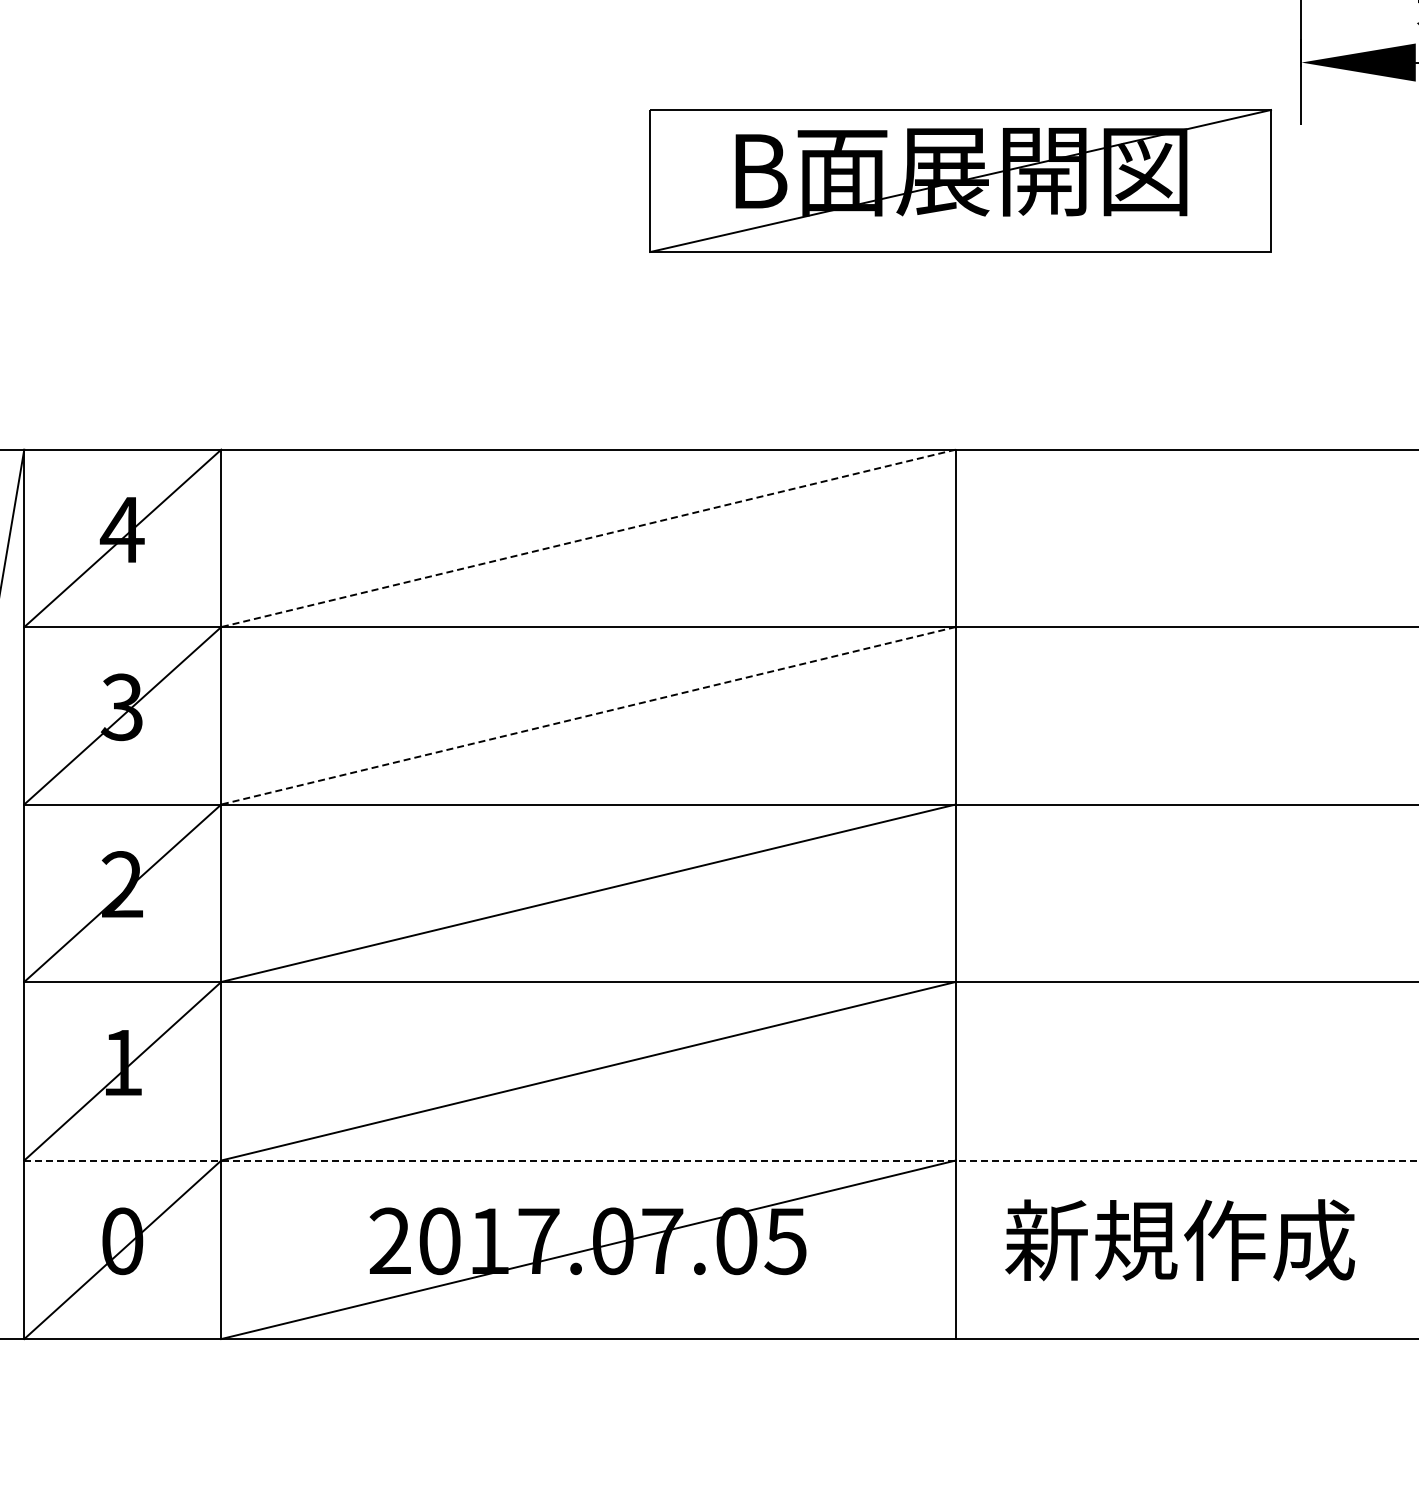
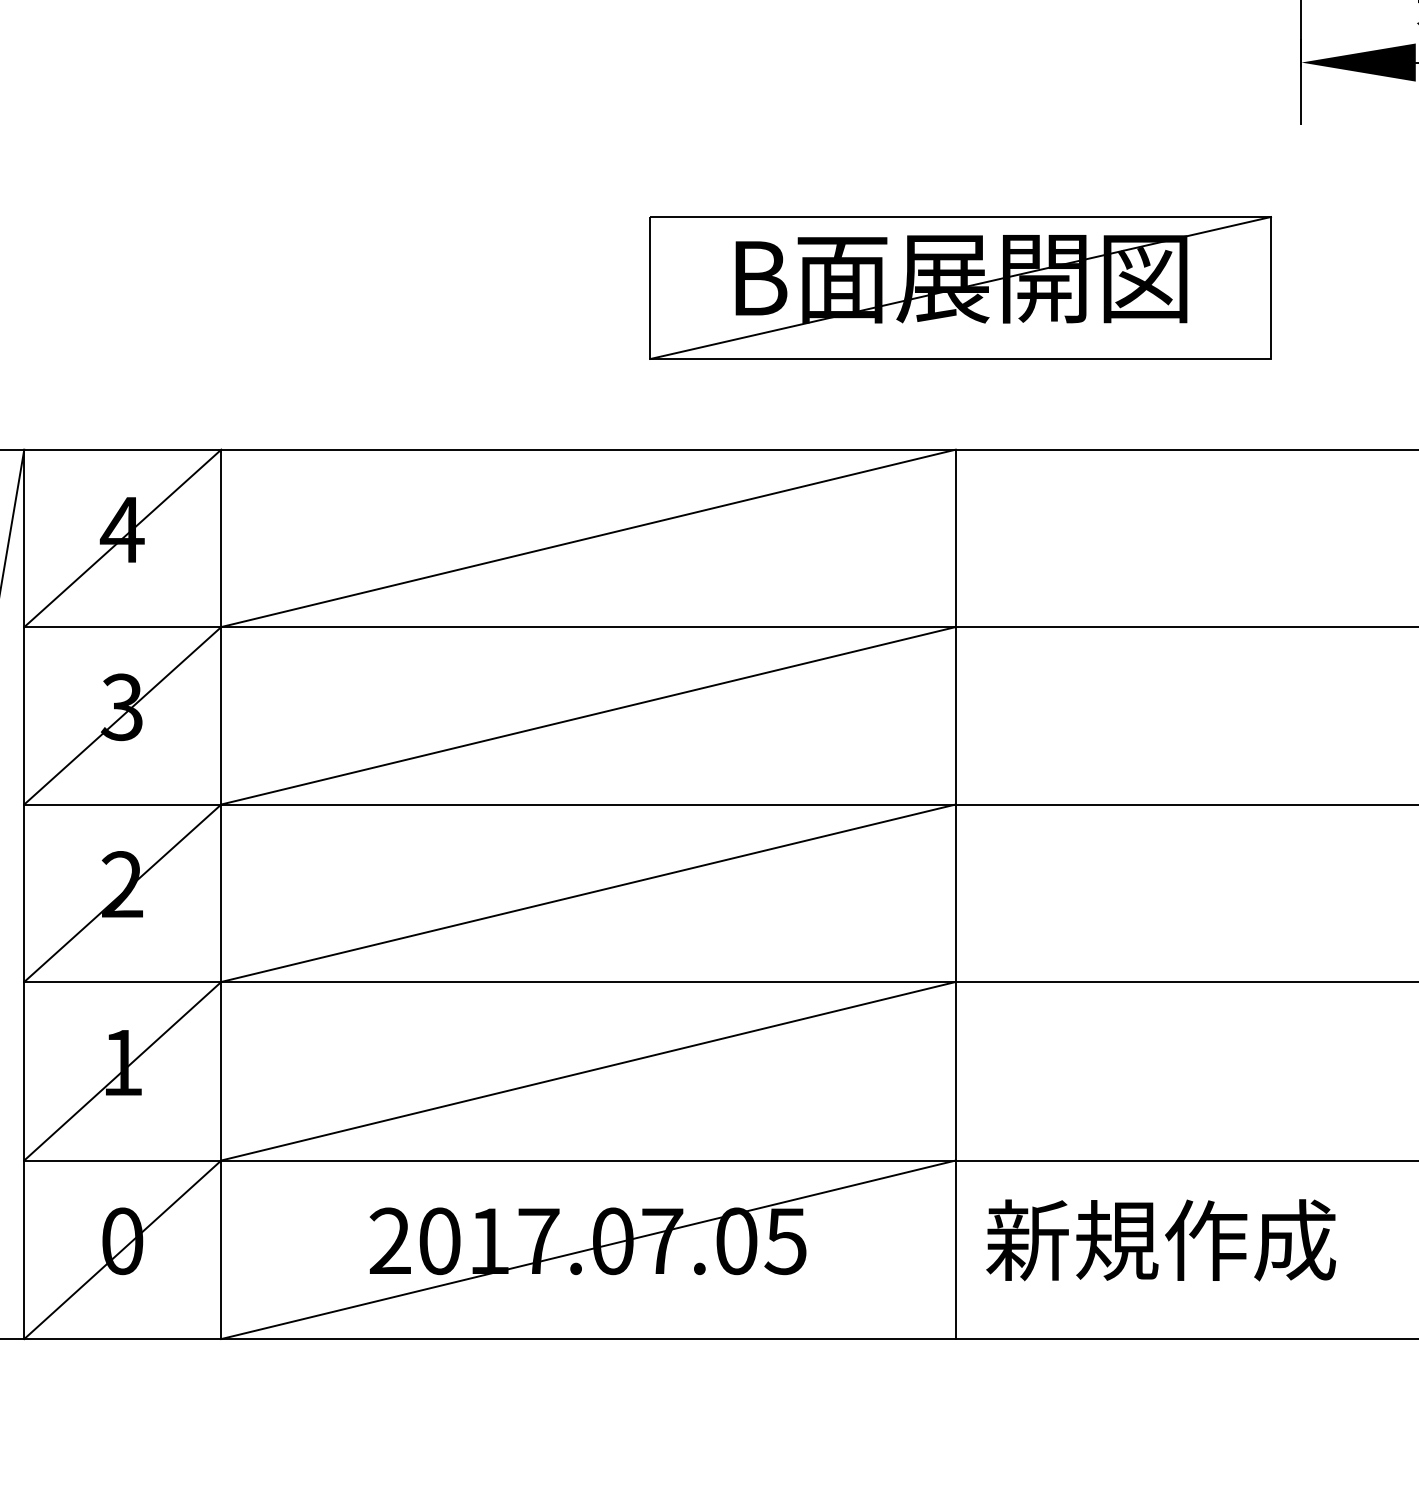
part at (960, 180) position: (960, 180) -> (960, 287)
line at (588, 538): dashed -> solid
line at (588, 715): dashed -> solid
line at (721, 1160): dashed -> solid
text at (1179, 1240) position: (1179, 1240) -> (1160, 1240)
